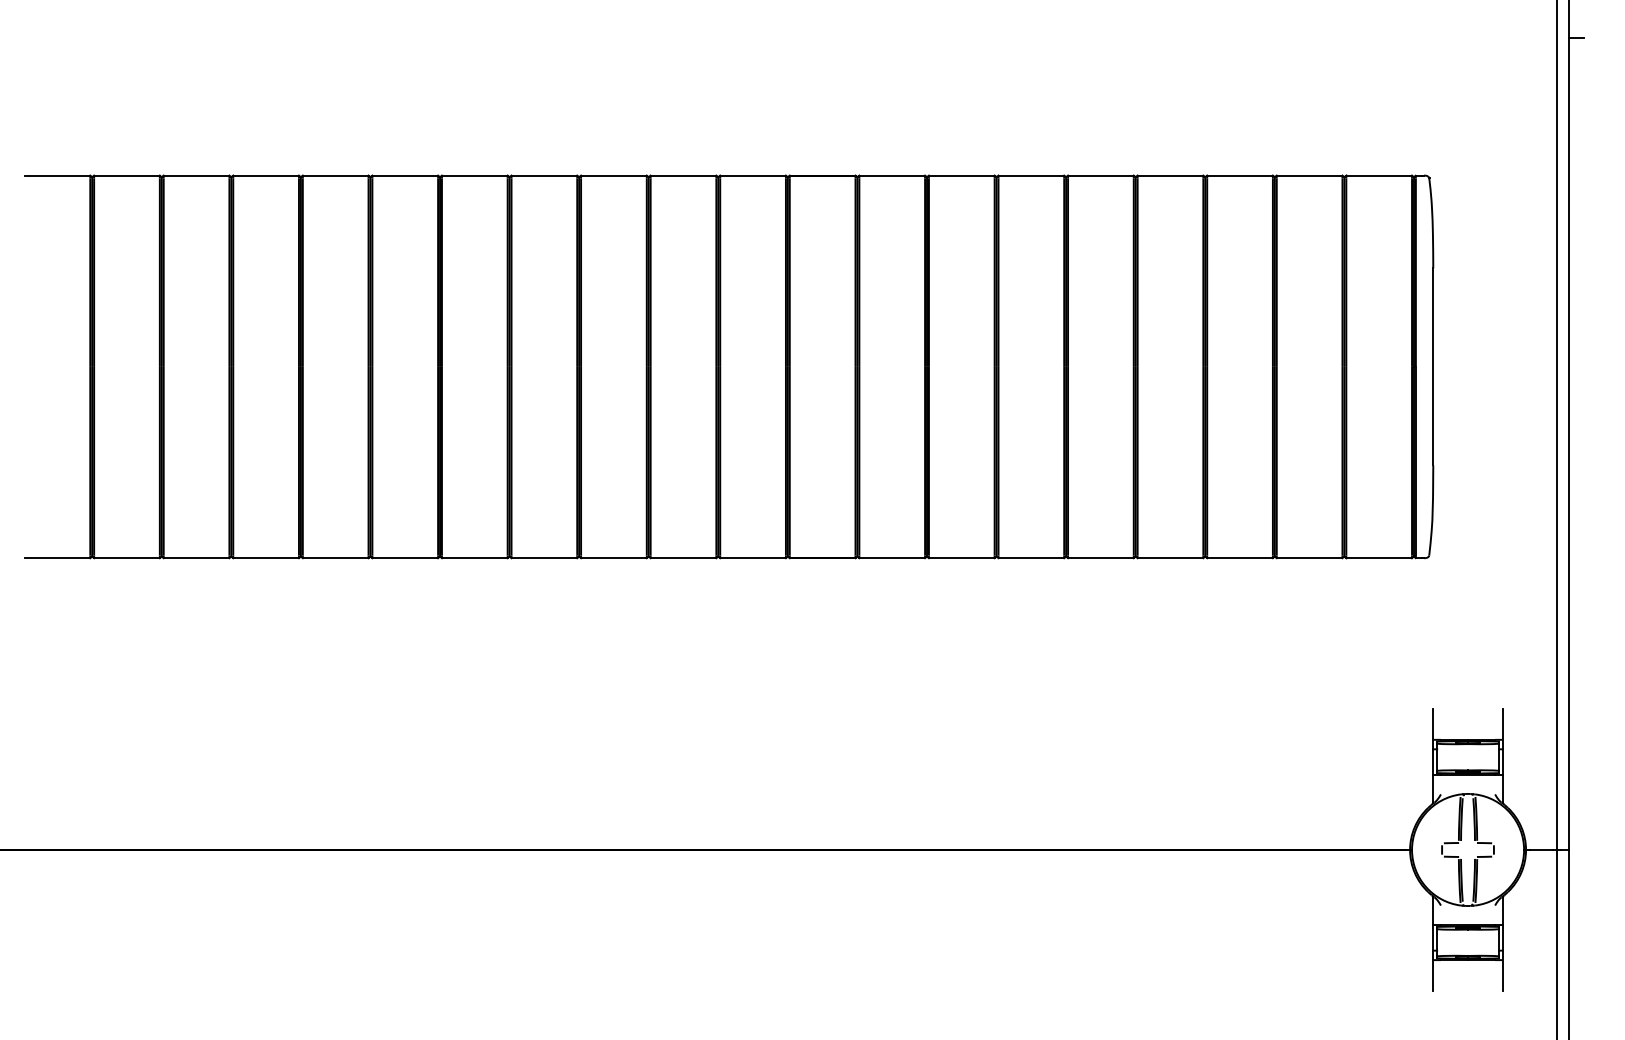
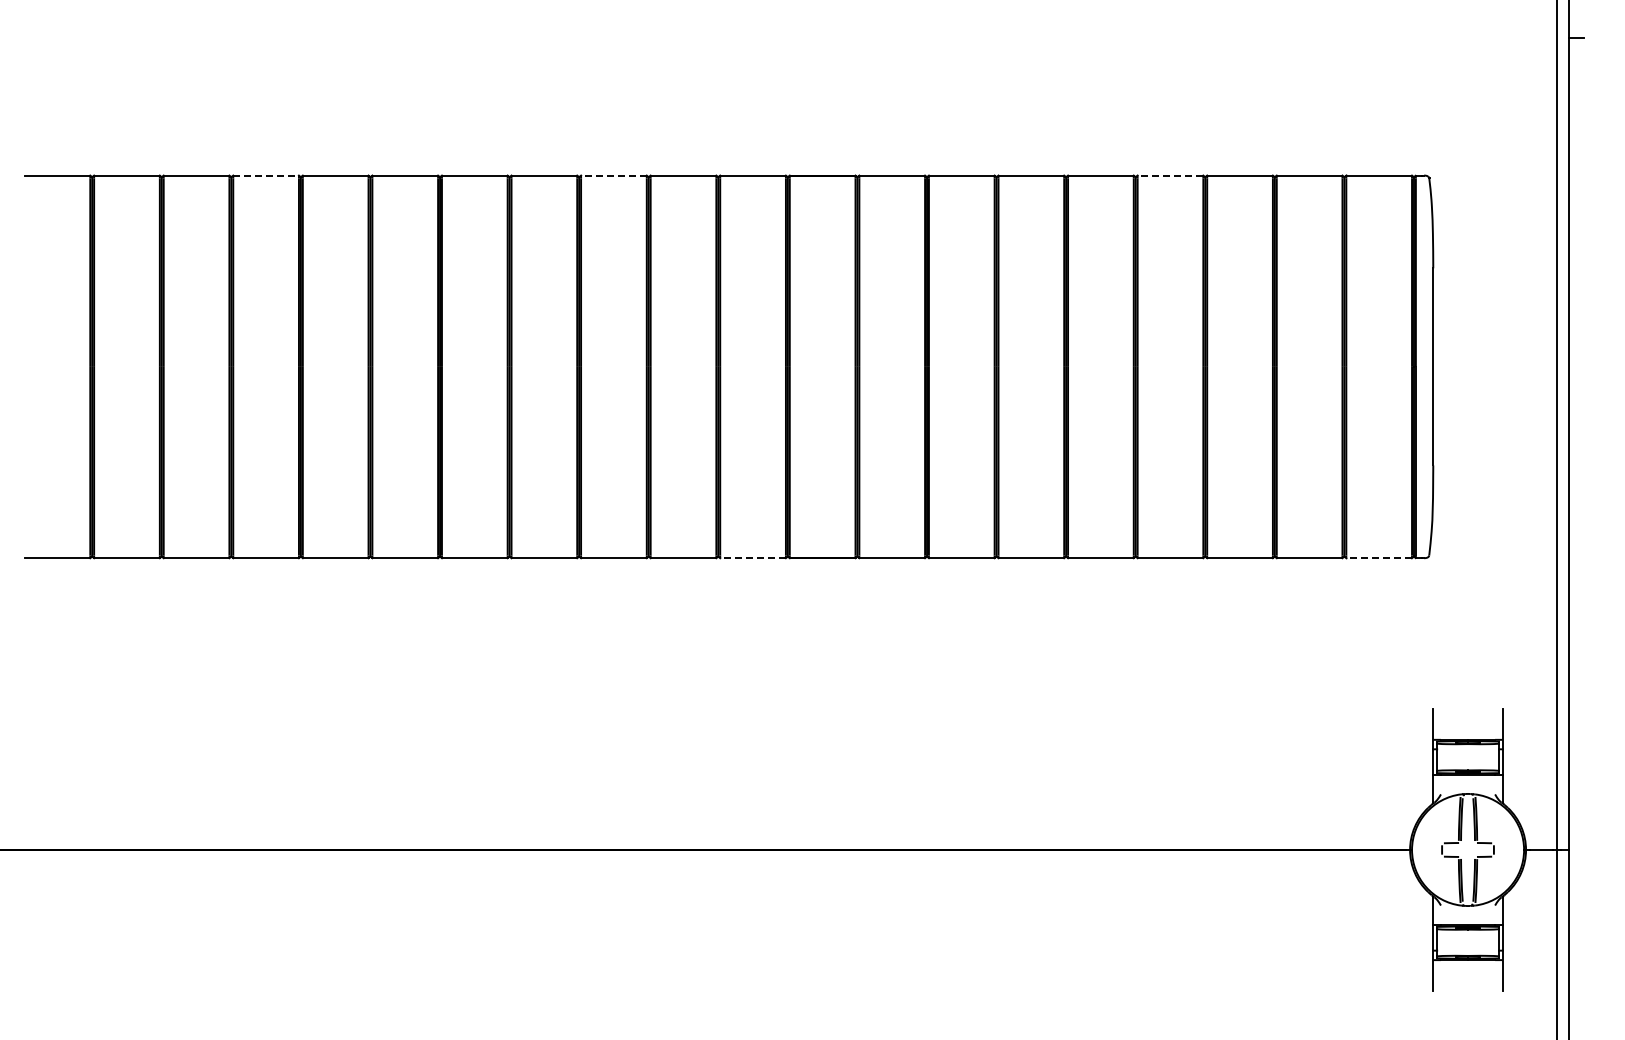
line at (266, 175): solid -> dashed
line at (613, 175): solid -> dashed
line at (1170, 175): solid -> dashed
line at (753, 558): solid -> dashed
line at (1379, 558): solid -> dashed
